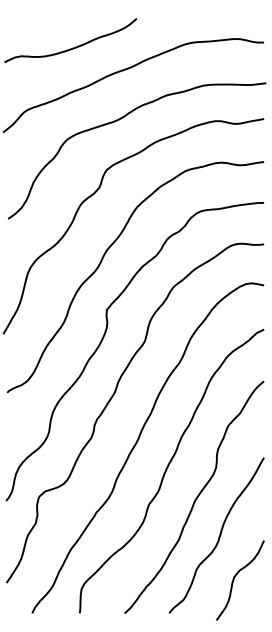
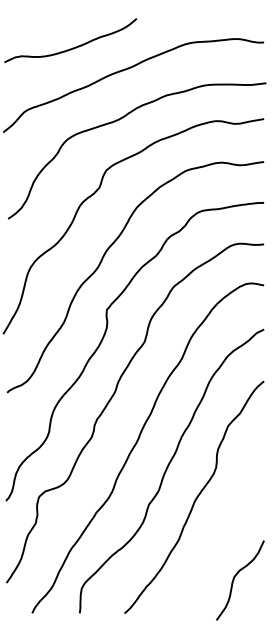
curve at (218, 536): present -> none
